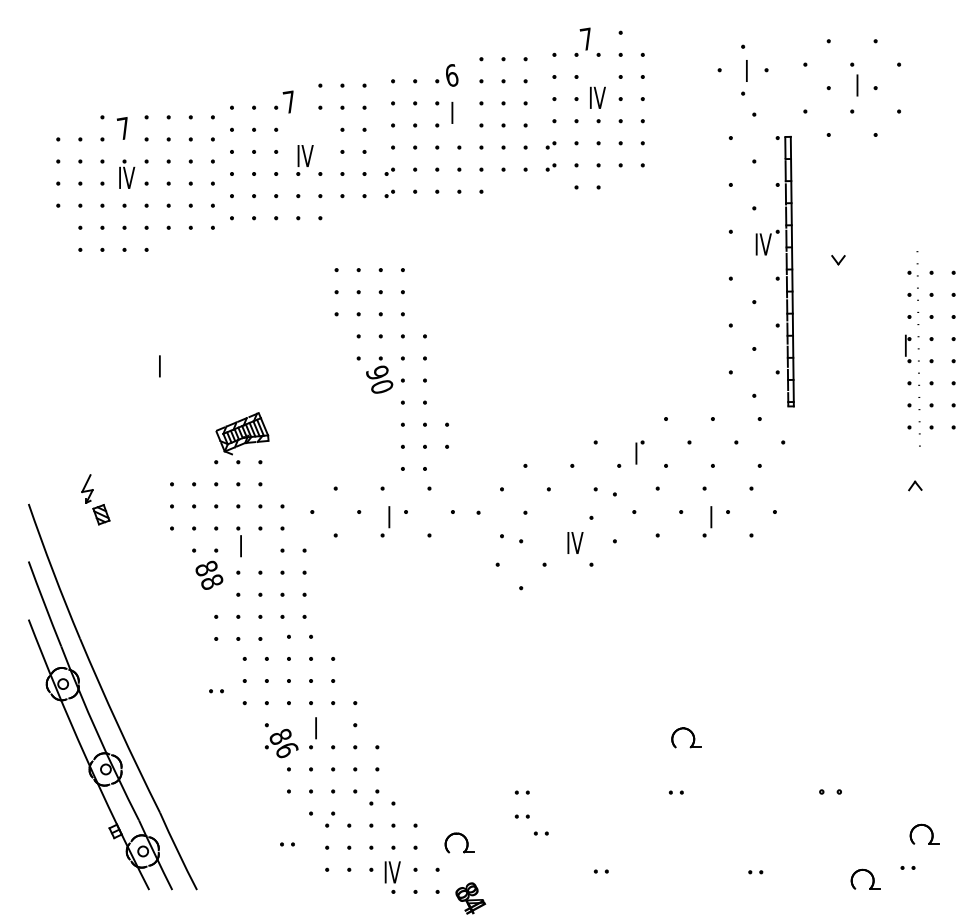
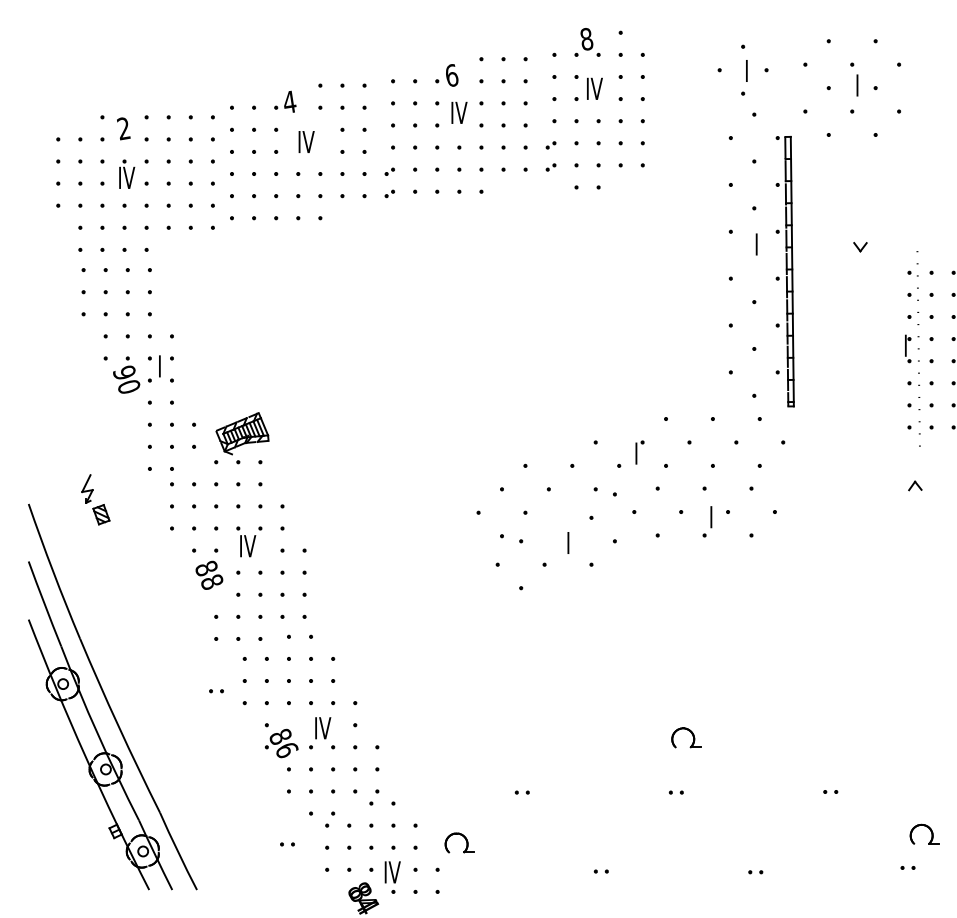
text at (586, 38): 7 -> 8
text at (597, 97) position: (597, 97) -> (594, 88)
text at (289, 101): 7 -> 4
text at (461, 112): I -> IV
text at (123, 128): 7 -> 2
text at (305, 155) position: (305, 155) -> (306, 141)
text at (765, 244): IV -> I
part at (838, 260) position: (838, 260) -> (860, 247)
part at (391, 369) position: (391, 369) -> (138, 369)
part at (382, 511): present -> none
text at (577, 542): IV -> I
text at (250, 546): I -> IV
text at (325, 728): I -> IV
part at (830, 791) size: 23x6 px -> 16x4 px
part at (521, 816): present -> none
part at (540, 833): present -> none
part at (867, 872): present -> none
text at (470, 898) position: (470, 898) -> (363, 898)
